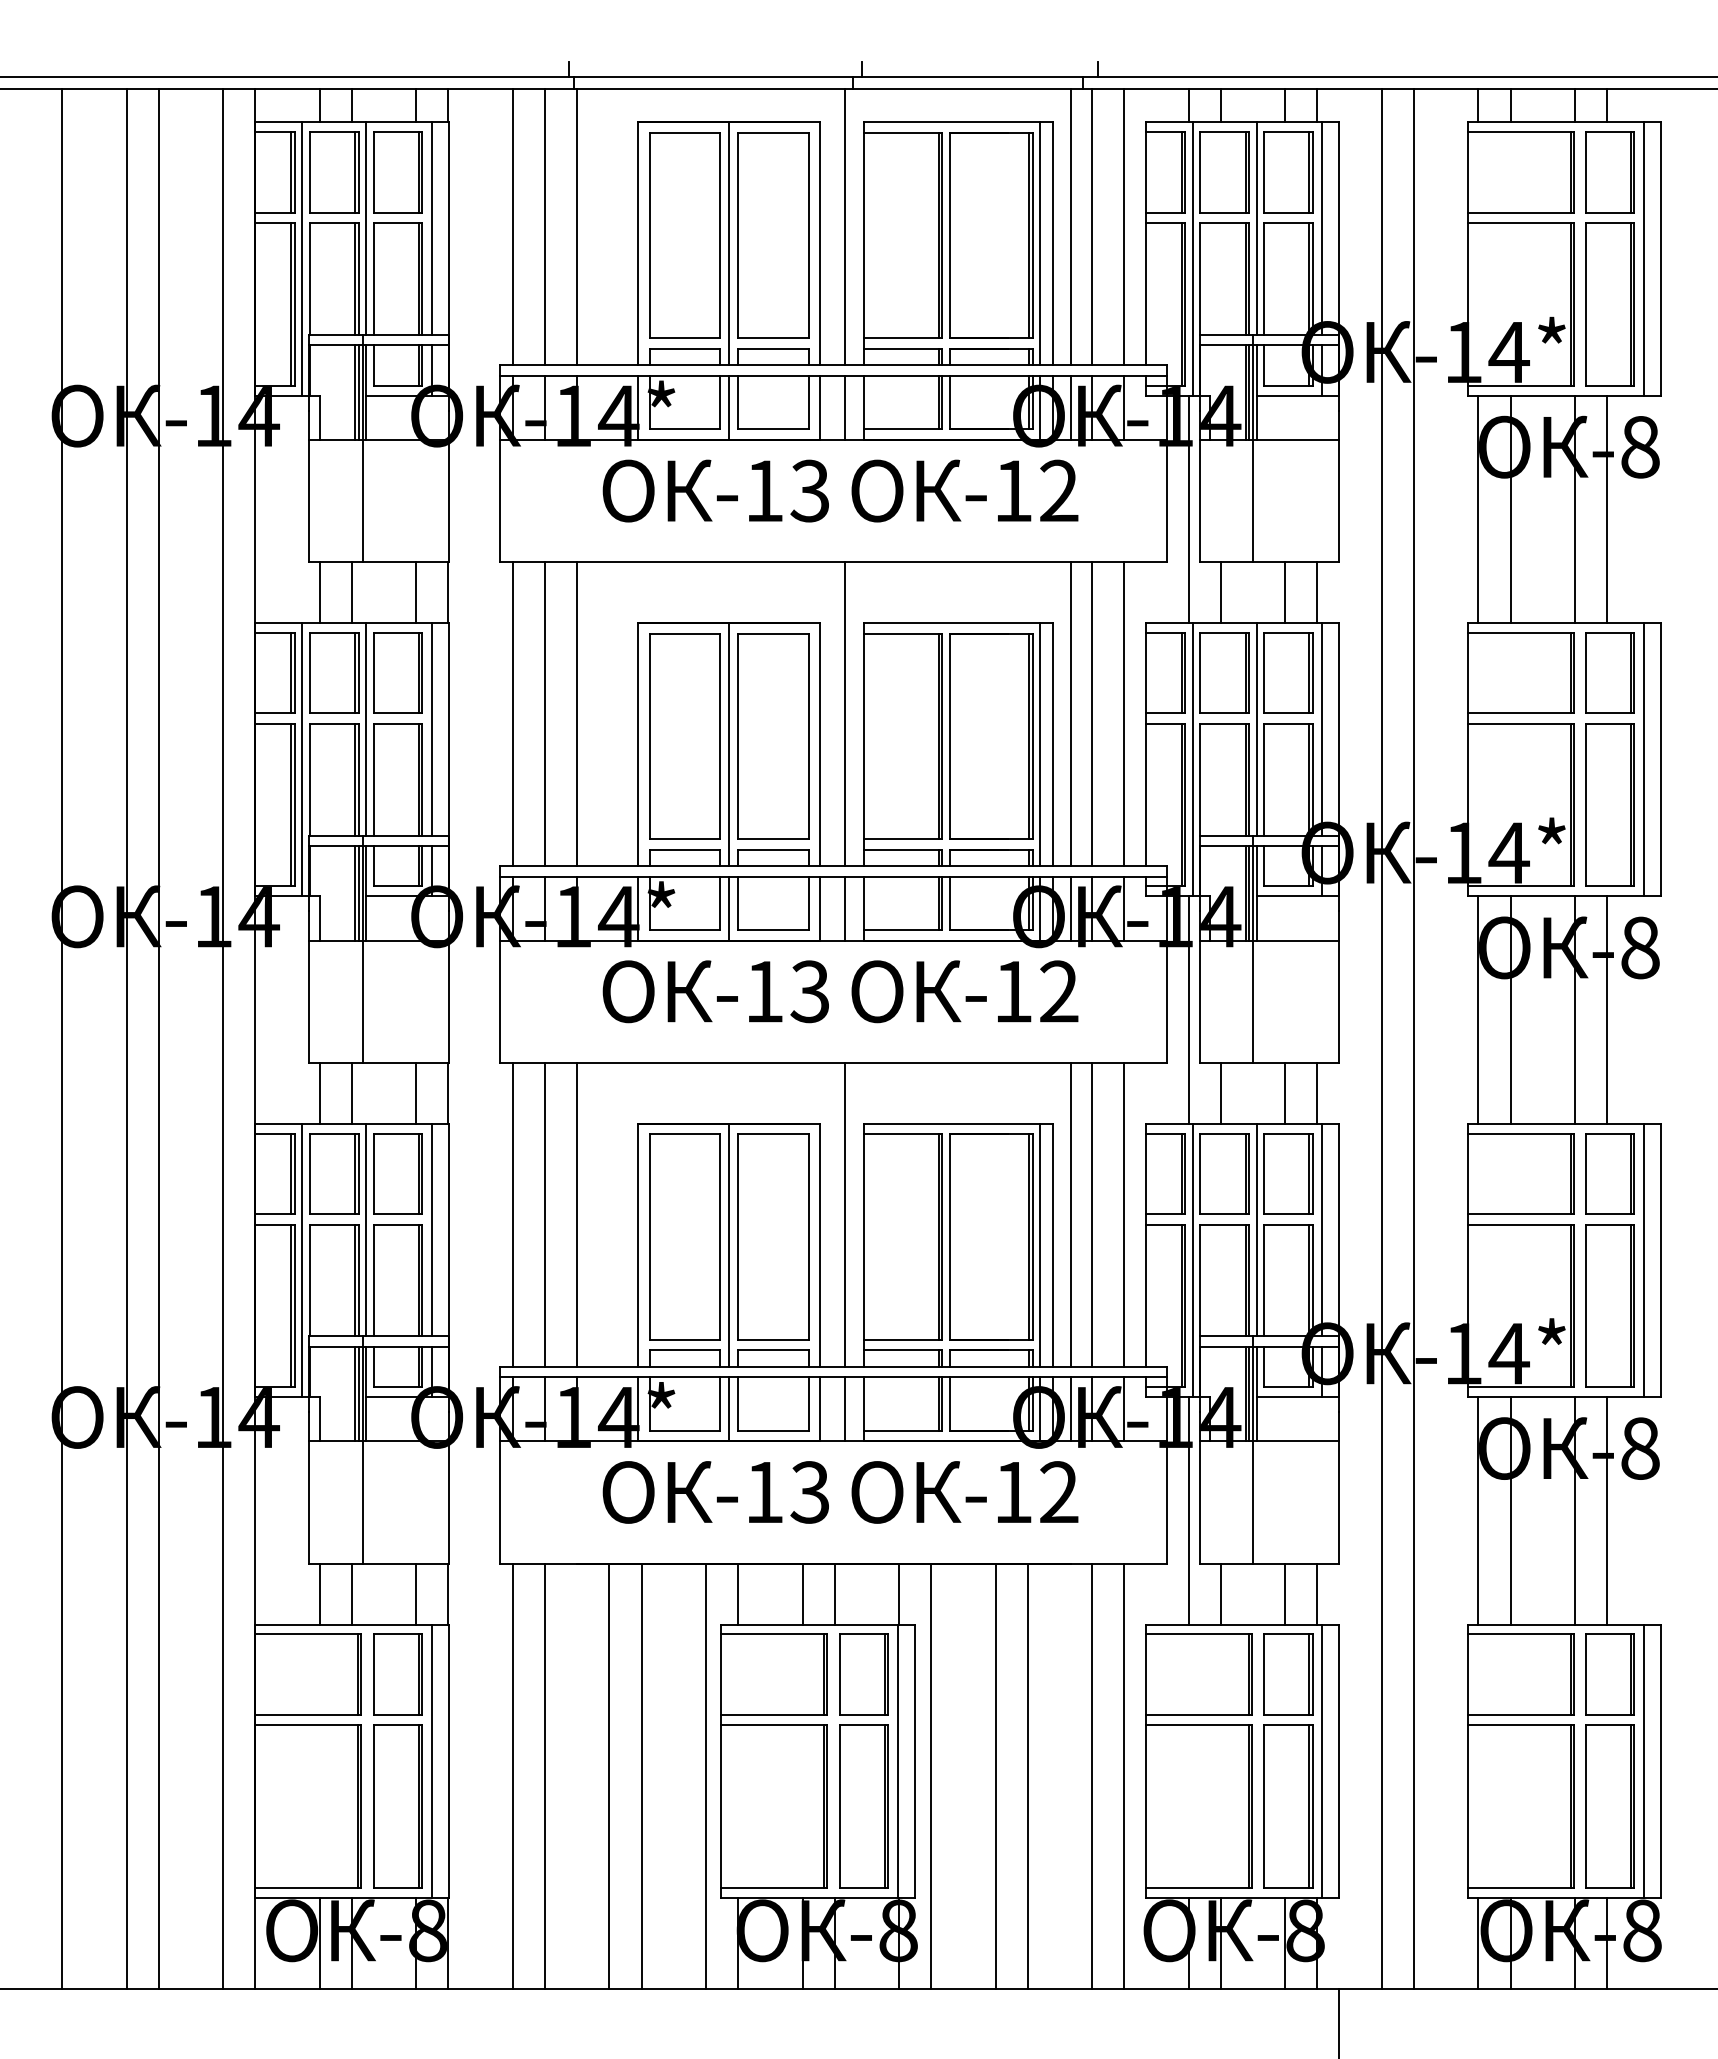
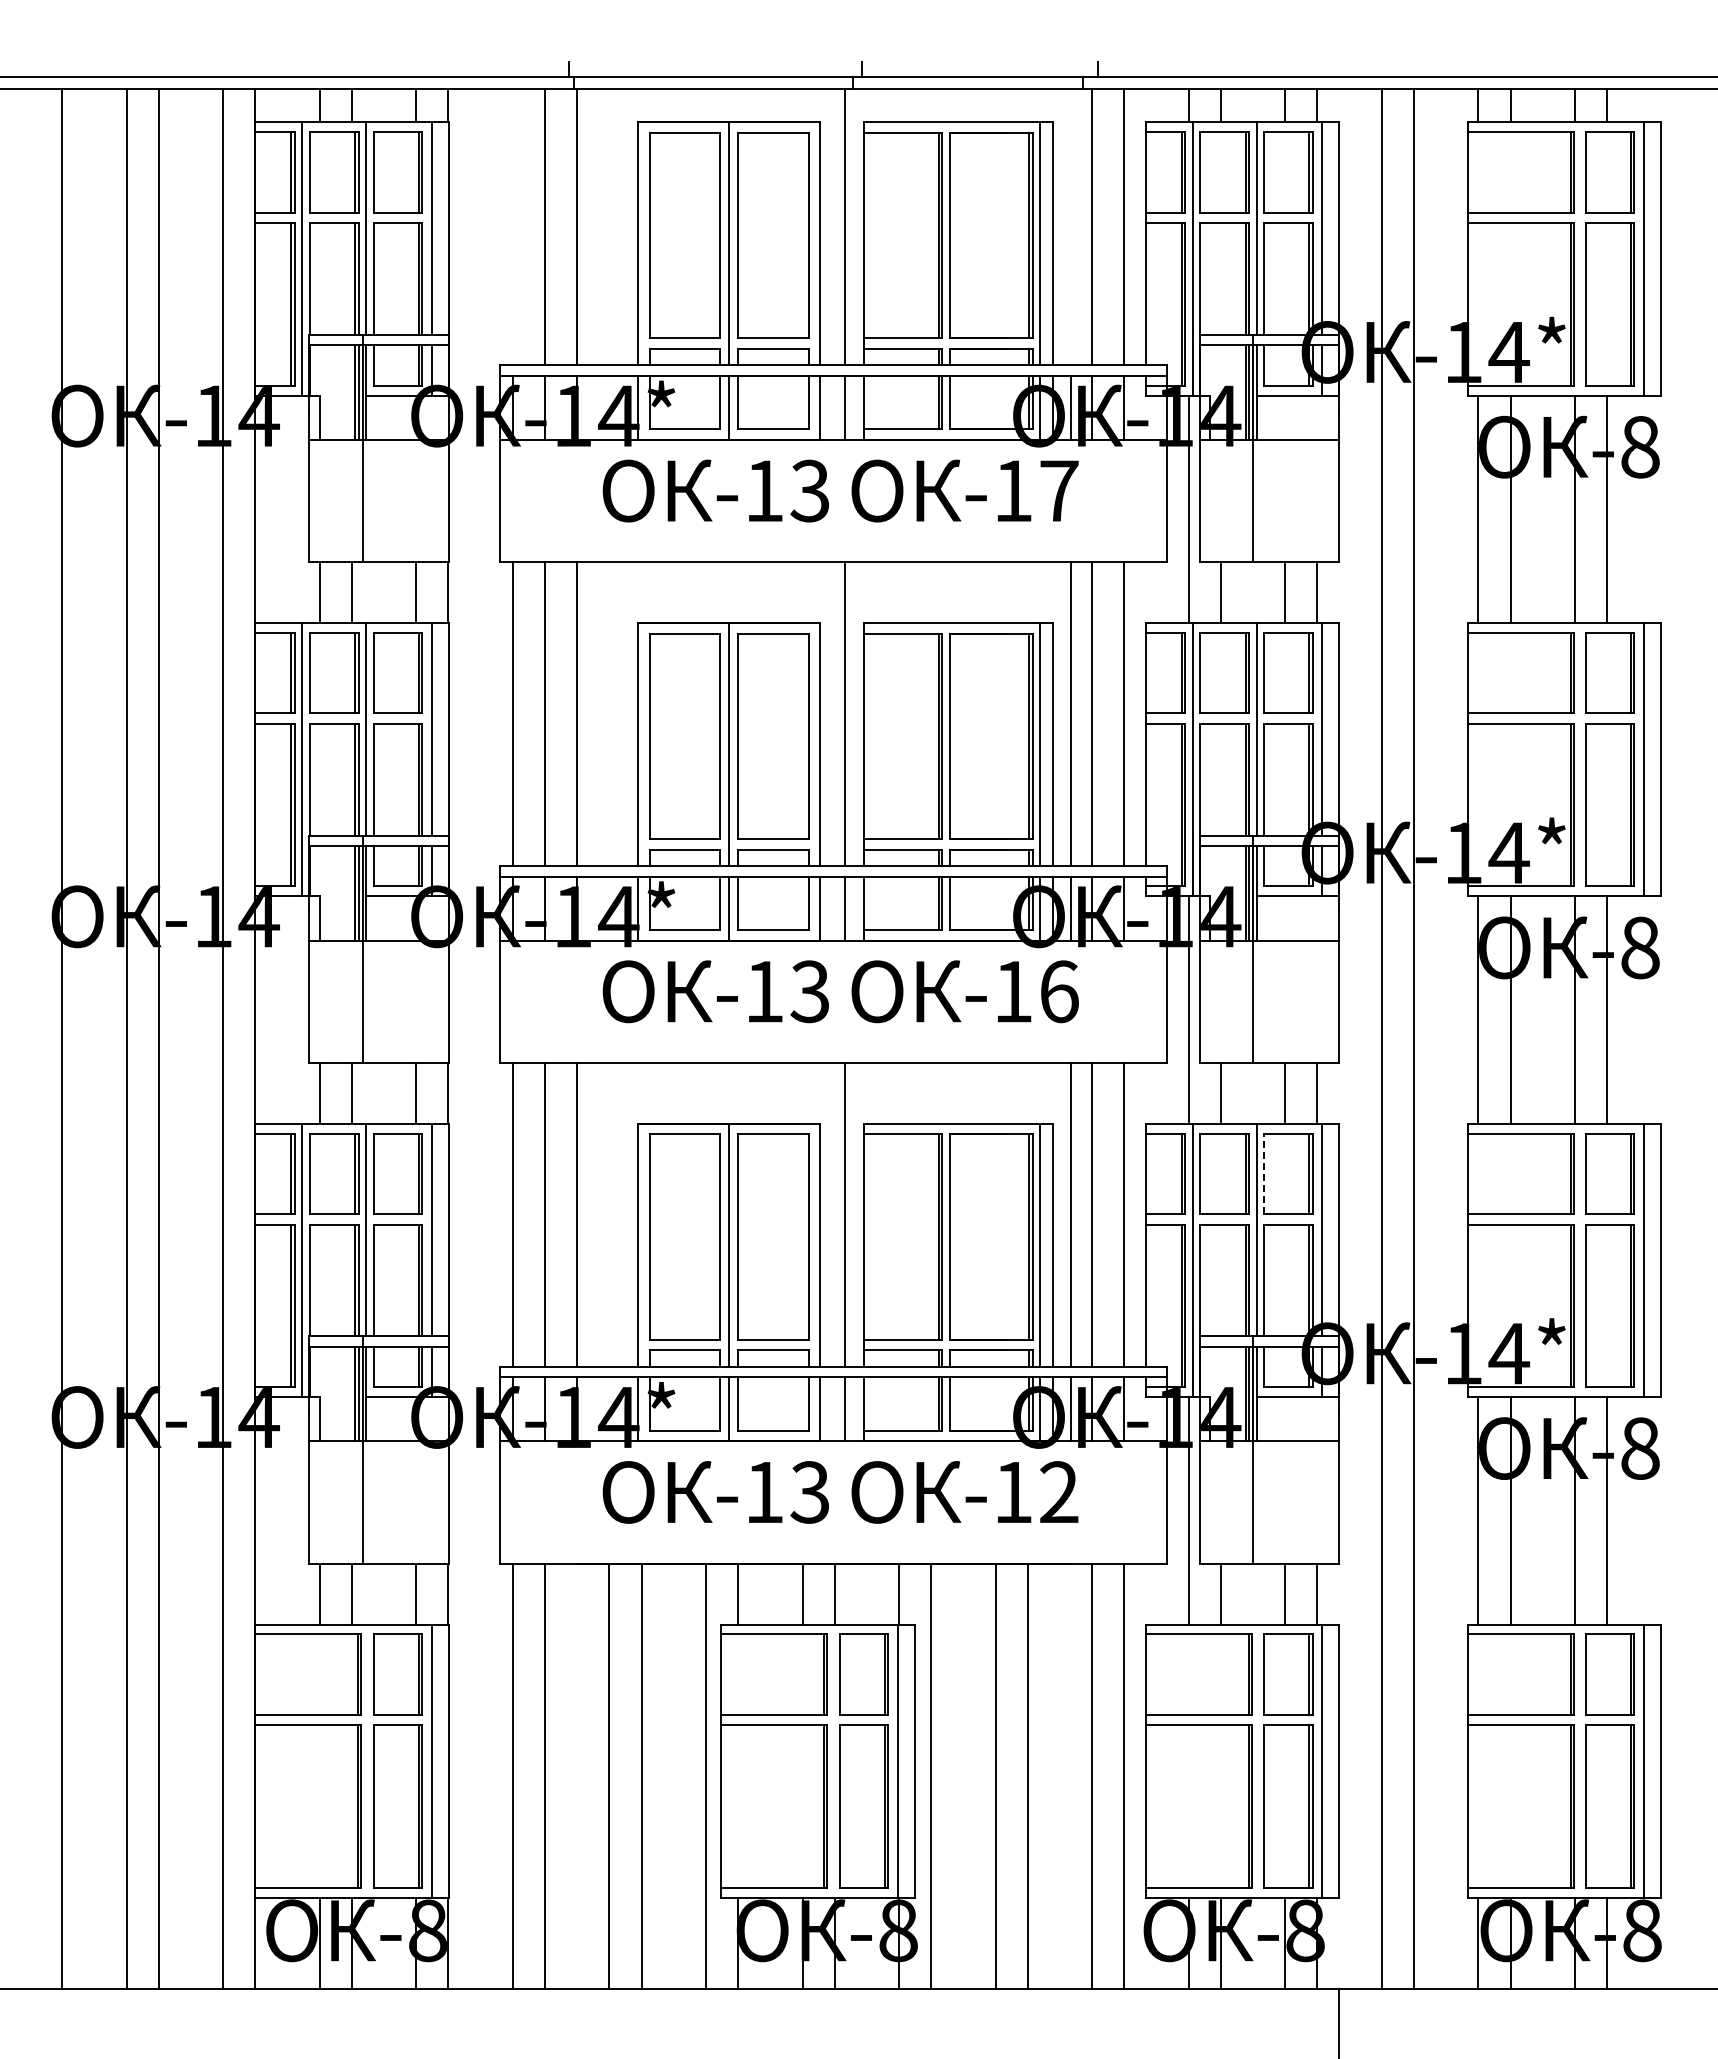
line at (512, 227): present -> none
line at (1070, 227): present -> none
text at (1059, 490): -12 -> -17
text at (1059, 991): -12 -> -16
line at (1264, 1173): solid -> dashed
